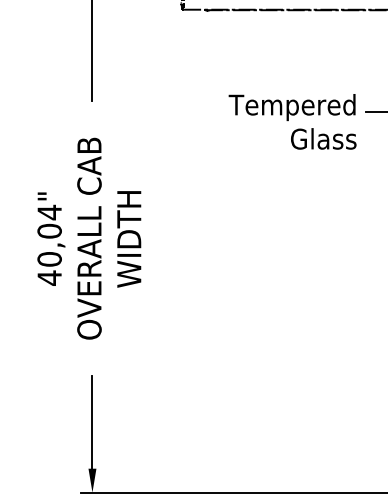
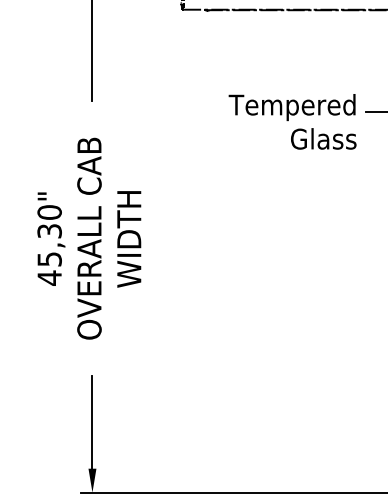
text at (49, 235): 40,04" -> 45,30"
